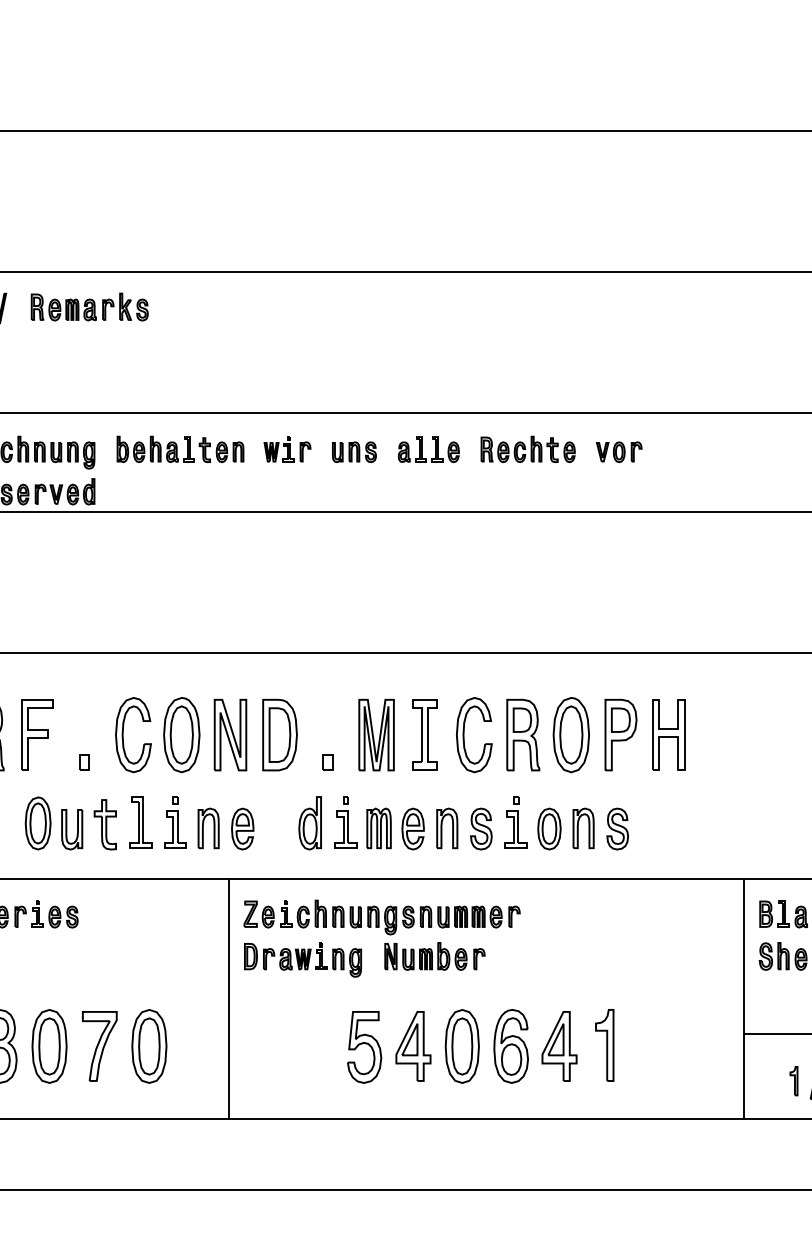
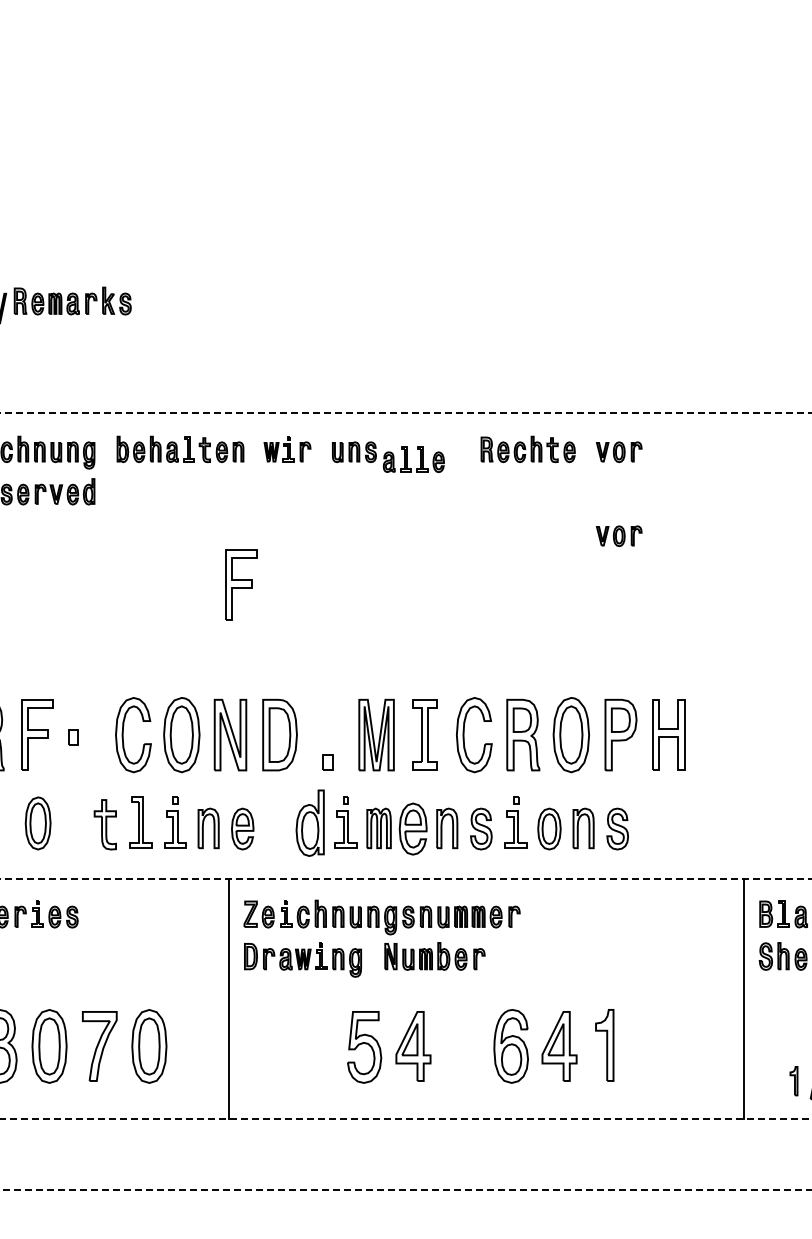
line at (405, 130): present -> none
line at (405, 272): present -> none
part at (89, 306) position: (89, 306) -> (72, 300)
line at (406, 413): solid -> dashed
part at (428, 449) position: (428, 449) -> (413, 459)
line at (405, 512): present -> none
part at (618, 536): none -> present
part at (241, 584): none -> present
line at (405, 653): present -> none
part at (84, 762) position: (84, 762) -> (73, 737)
part at (309, 823) size: 24x55 px -> 30x68 px
part at (412, 828) size: 24x44 px -> 30x54 px
part at (72, 829): present -> none
line at (405, 879): solid -> dashed
line at (776, 1034): present -> none
part at (461, 1046): present -> none
line at (405, 1119): solid -> dashed
line at (405, 1189): solid -> dashed
